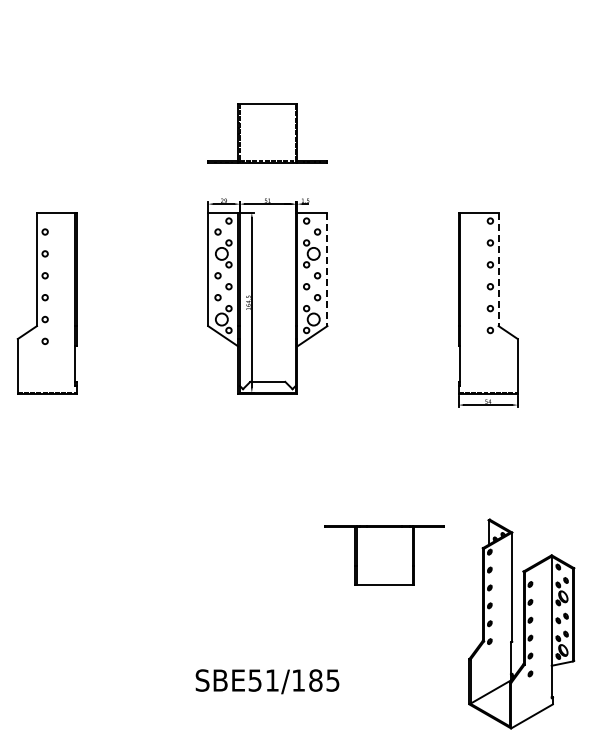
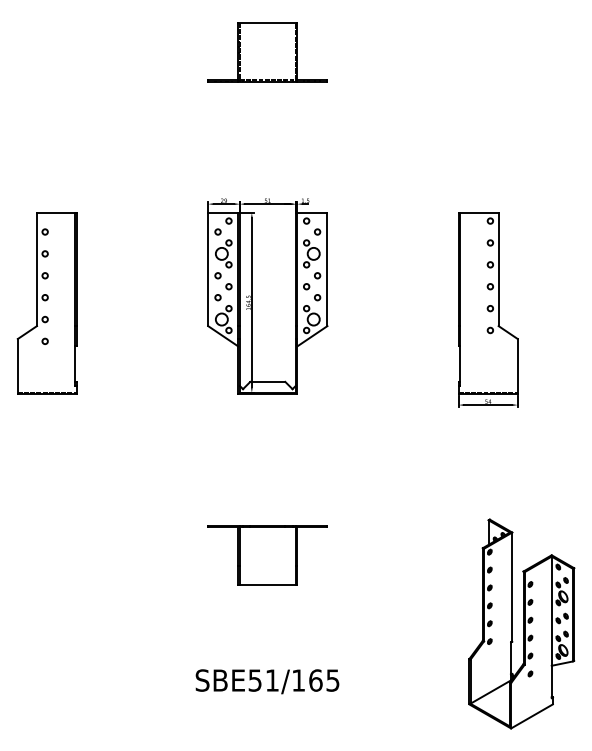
part at (267, 133) position: (267, 133) -> (267, 52)
line at (327, 269): dashed -> solid
line at (498, 269): dashed -> solid
part at (384, 555) position: (384, 555) -> (267, 555)
text at (315, 680): SBE51/185 -> SBE51/165
